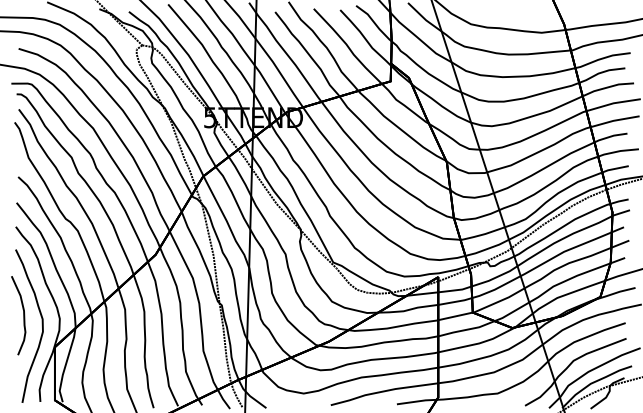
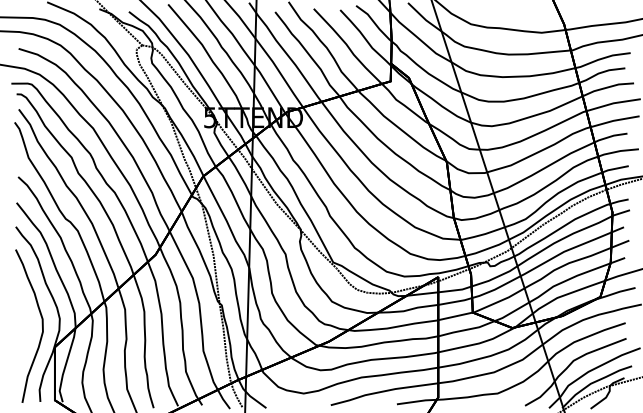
curve at (23, 315): present -> none
